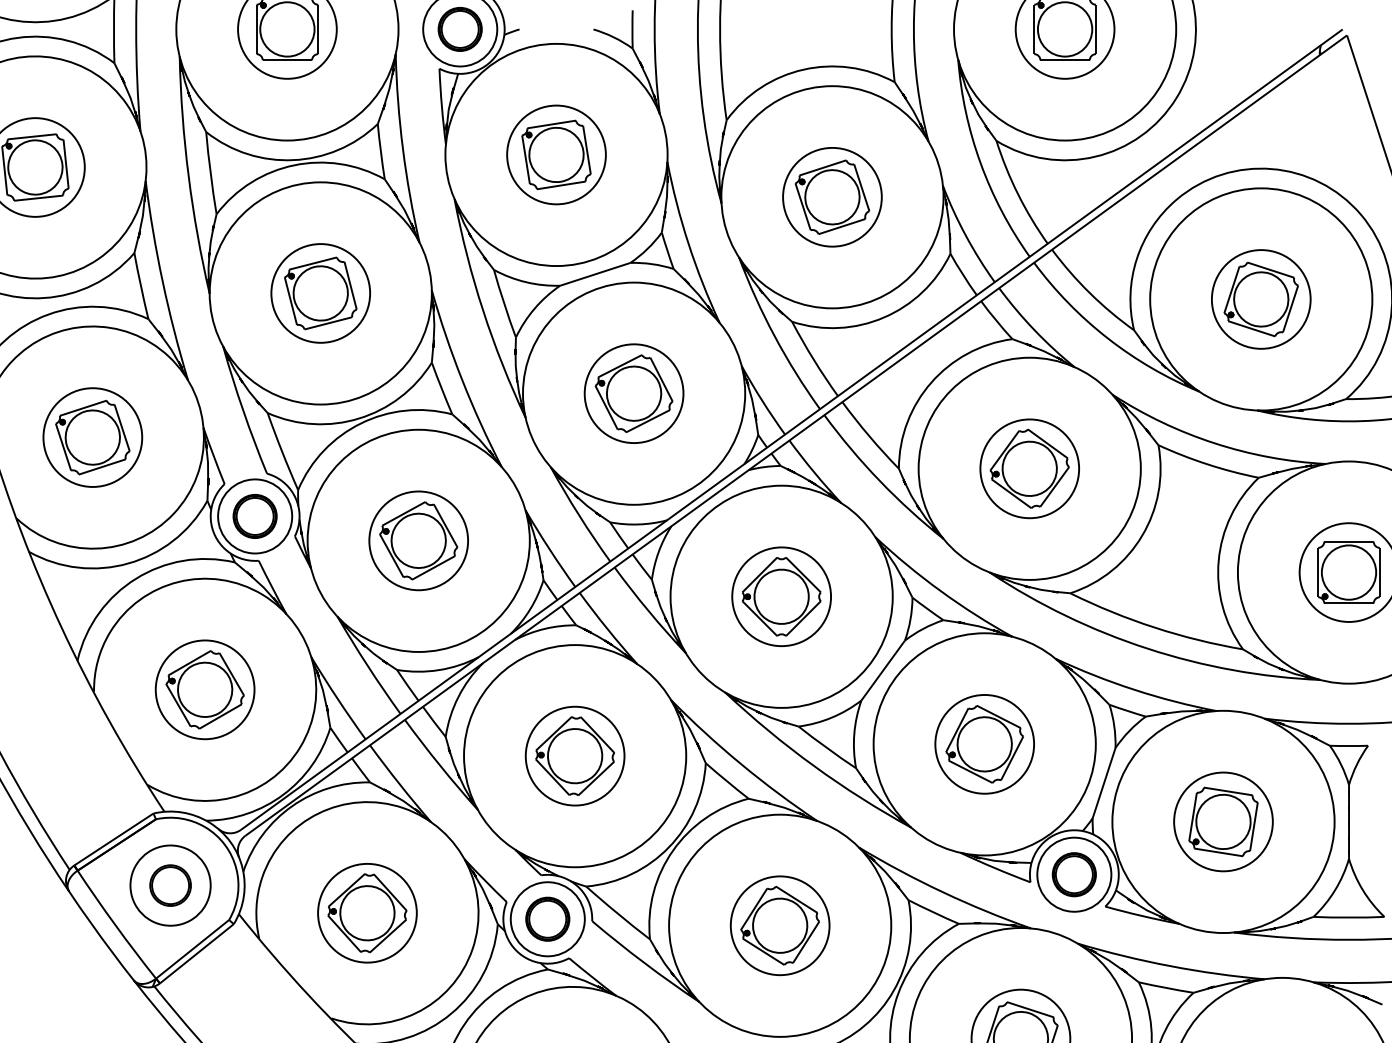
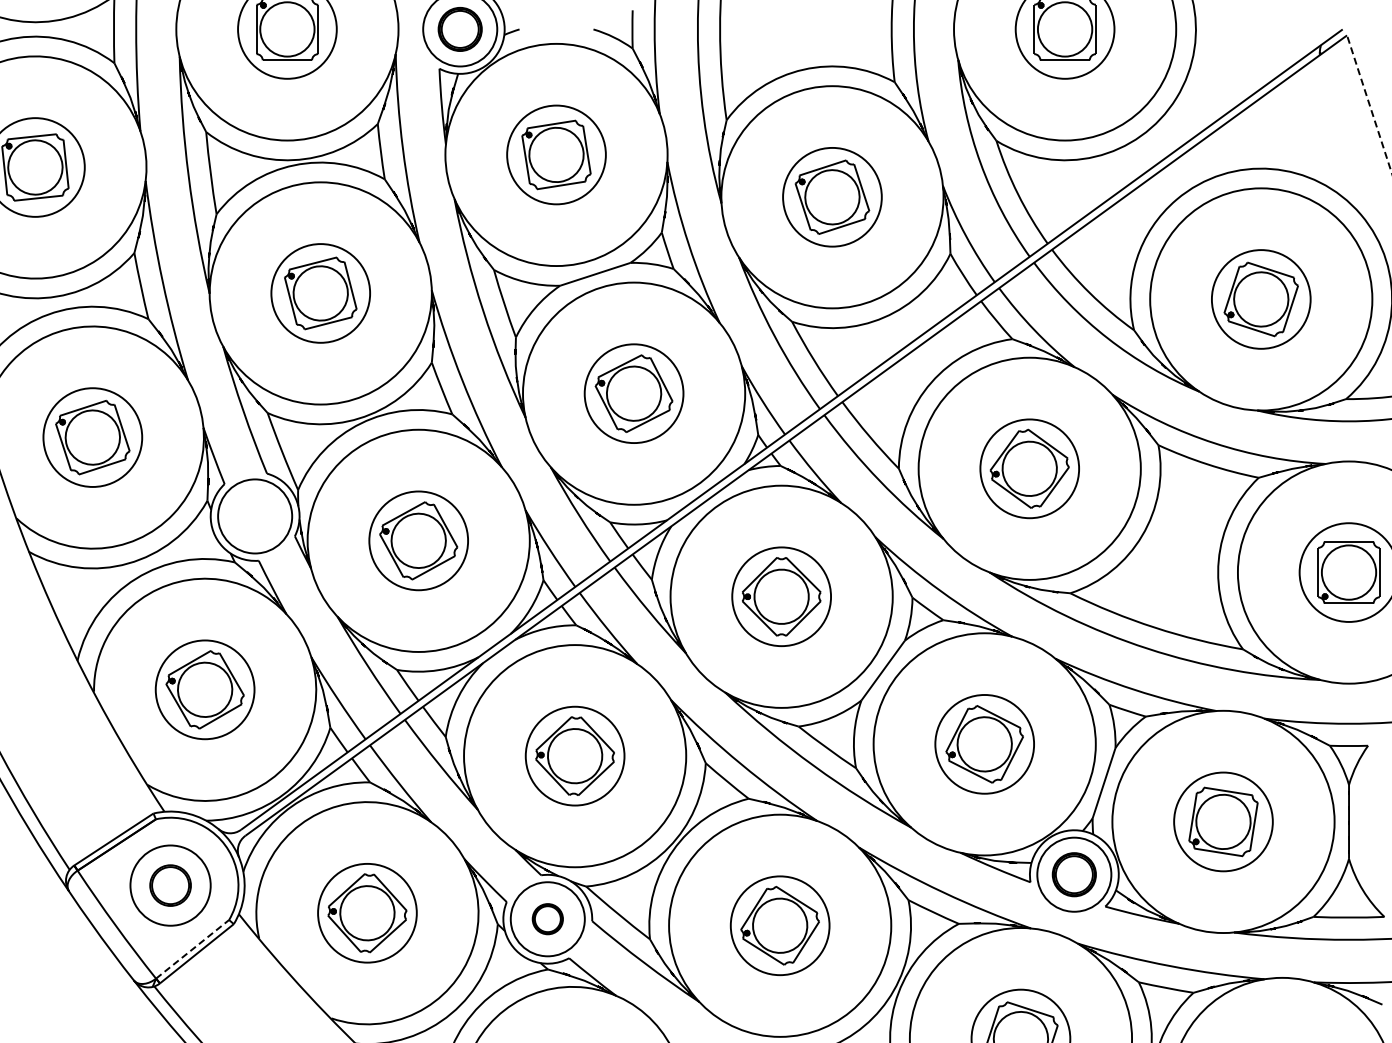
line at (1369, 103): solid -> dashed
part at (254, 516): present -> none
part at (547, 918) size: 46x46 px -> 33x33 px
line at (192, 949): solid -> dashed
